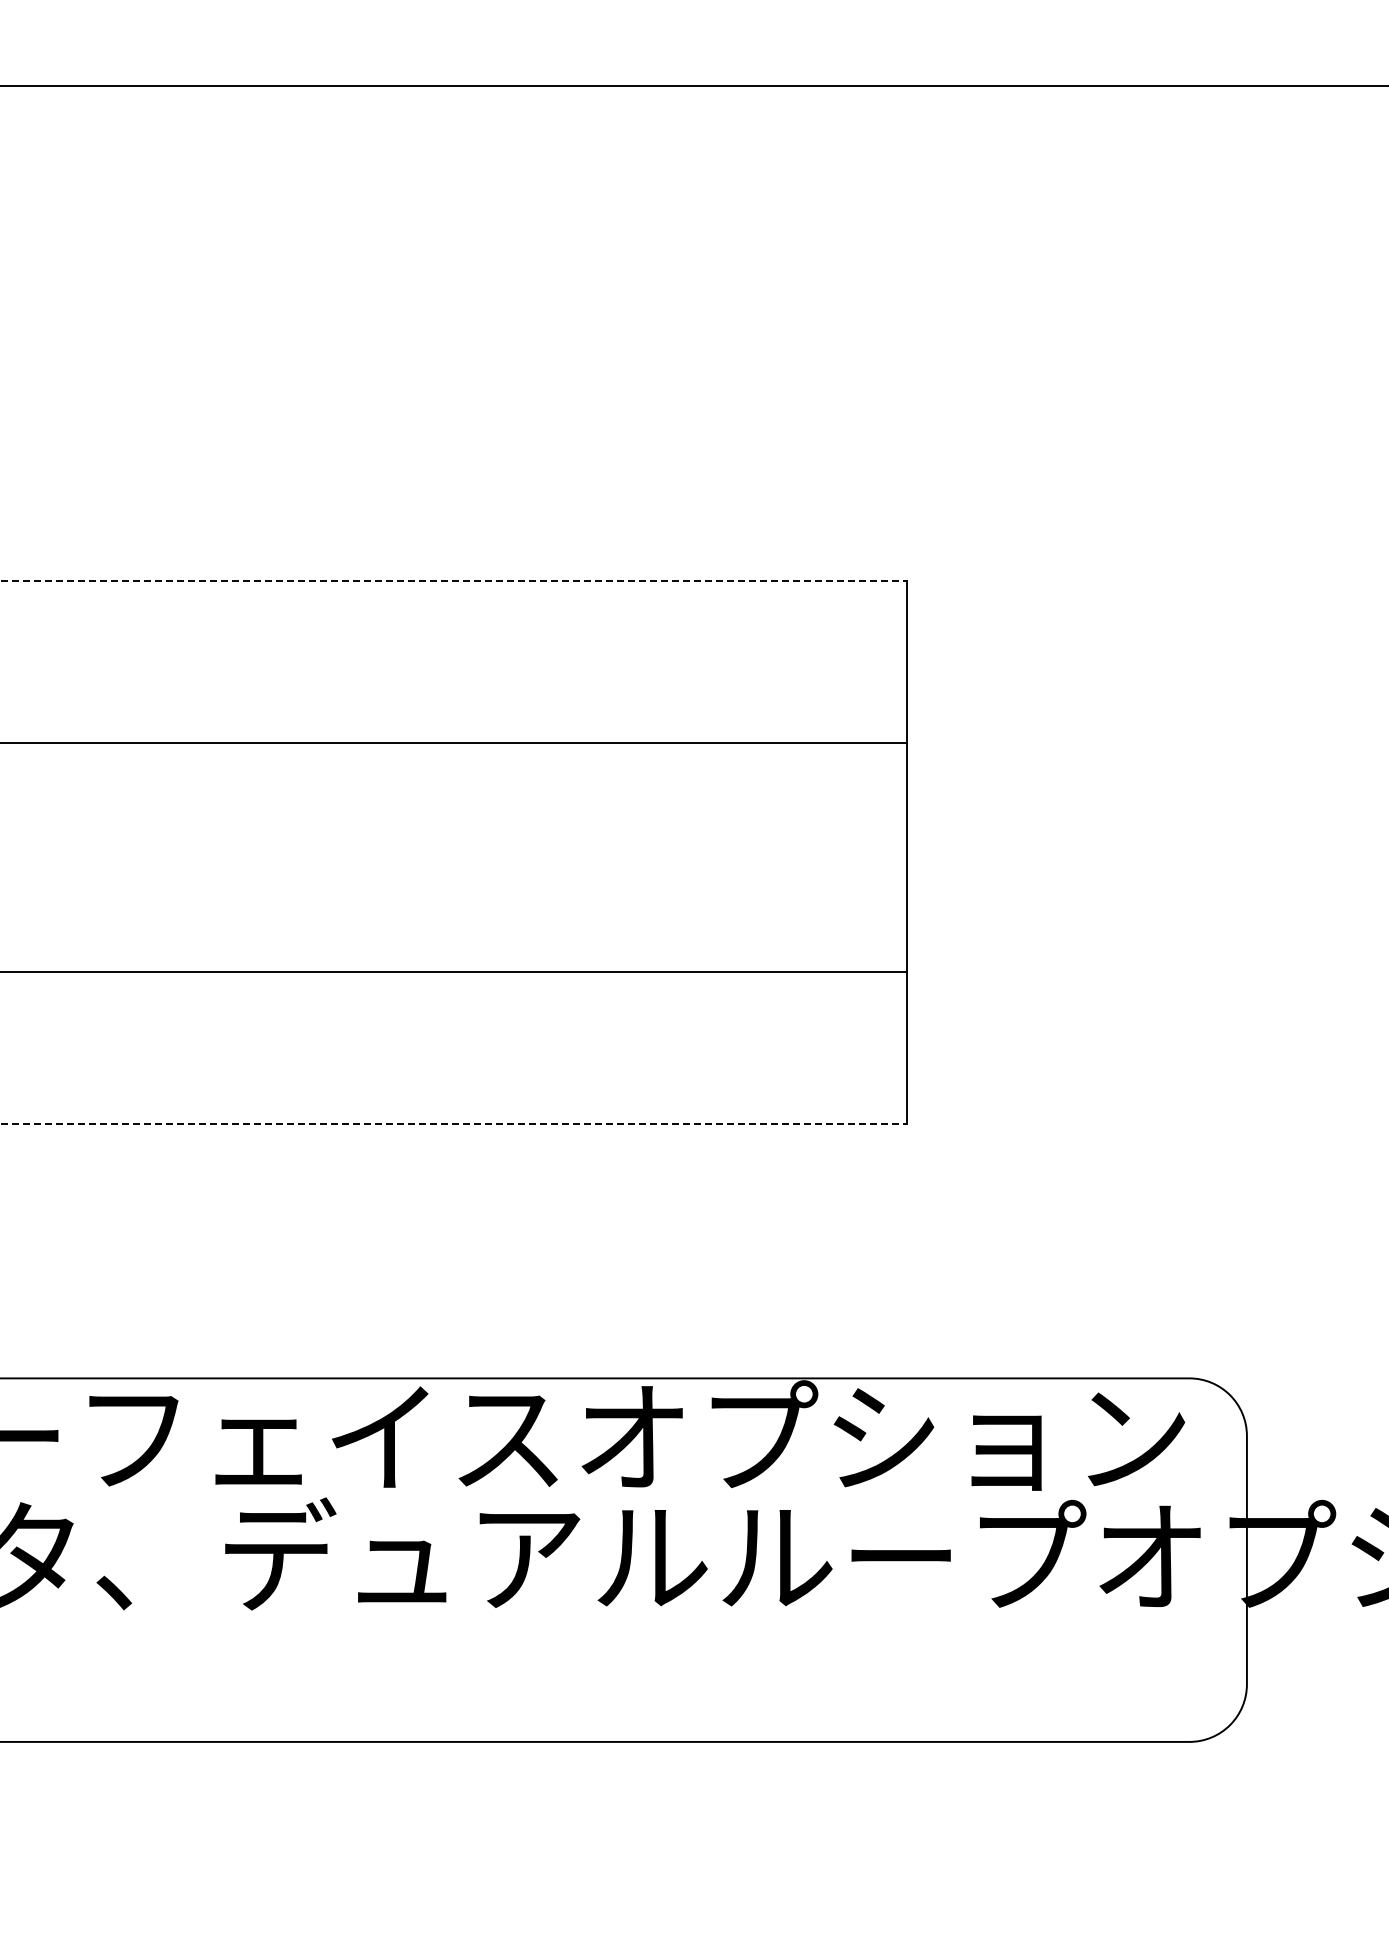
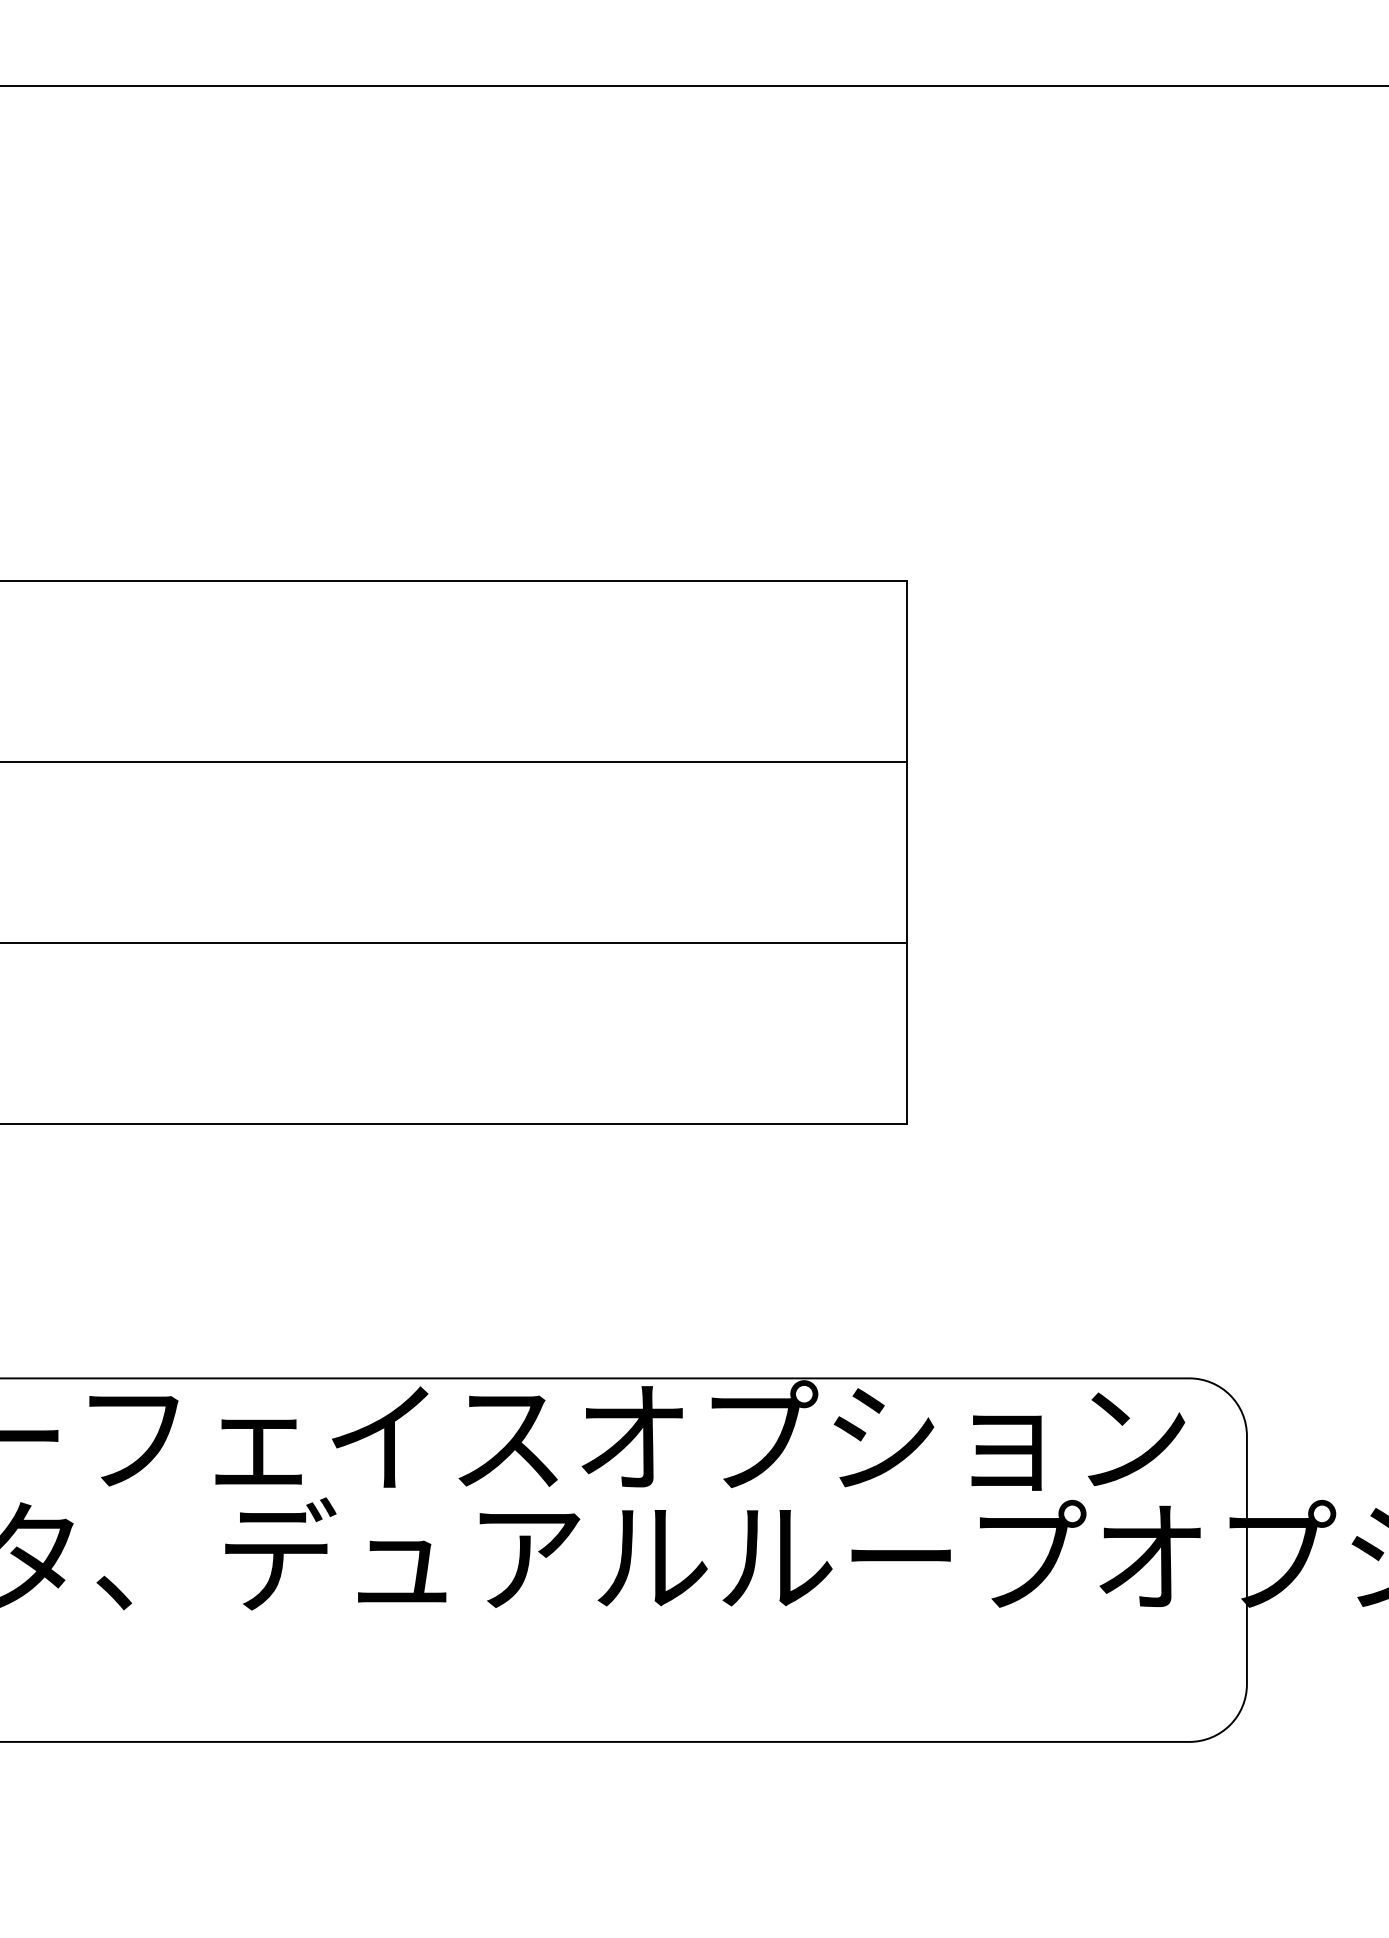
line at (454, 581): dashed -> solid
line at (454, 743) position: (454, 743) -> (454, 762)
line at (454, 972) position: (454, 972) -> (454, 943)
line at (454, 1124): dashed -> solid
